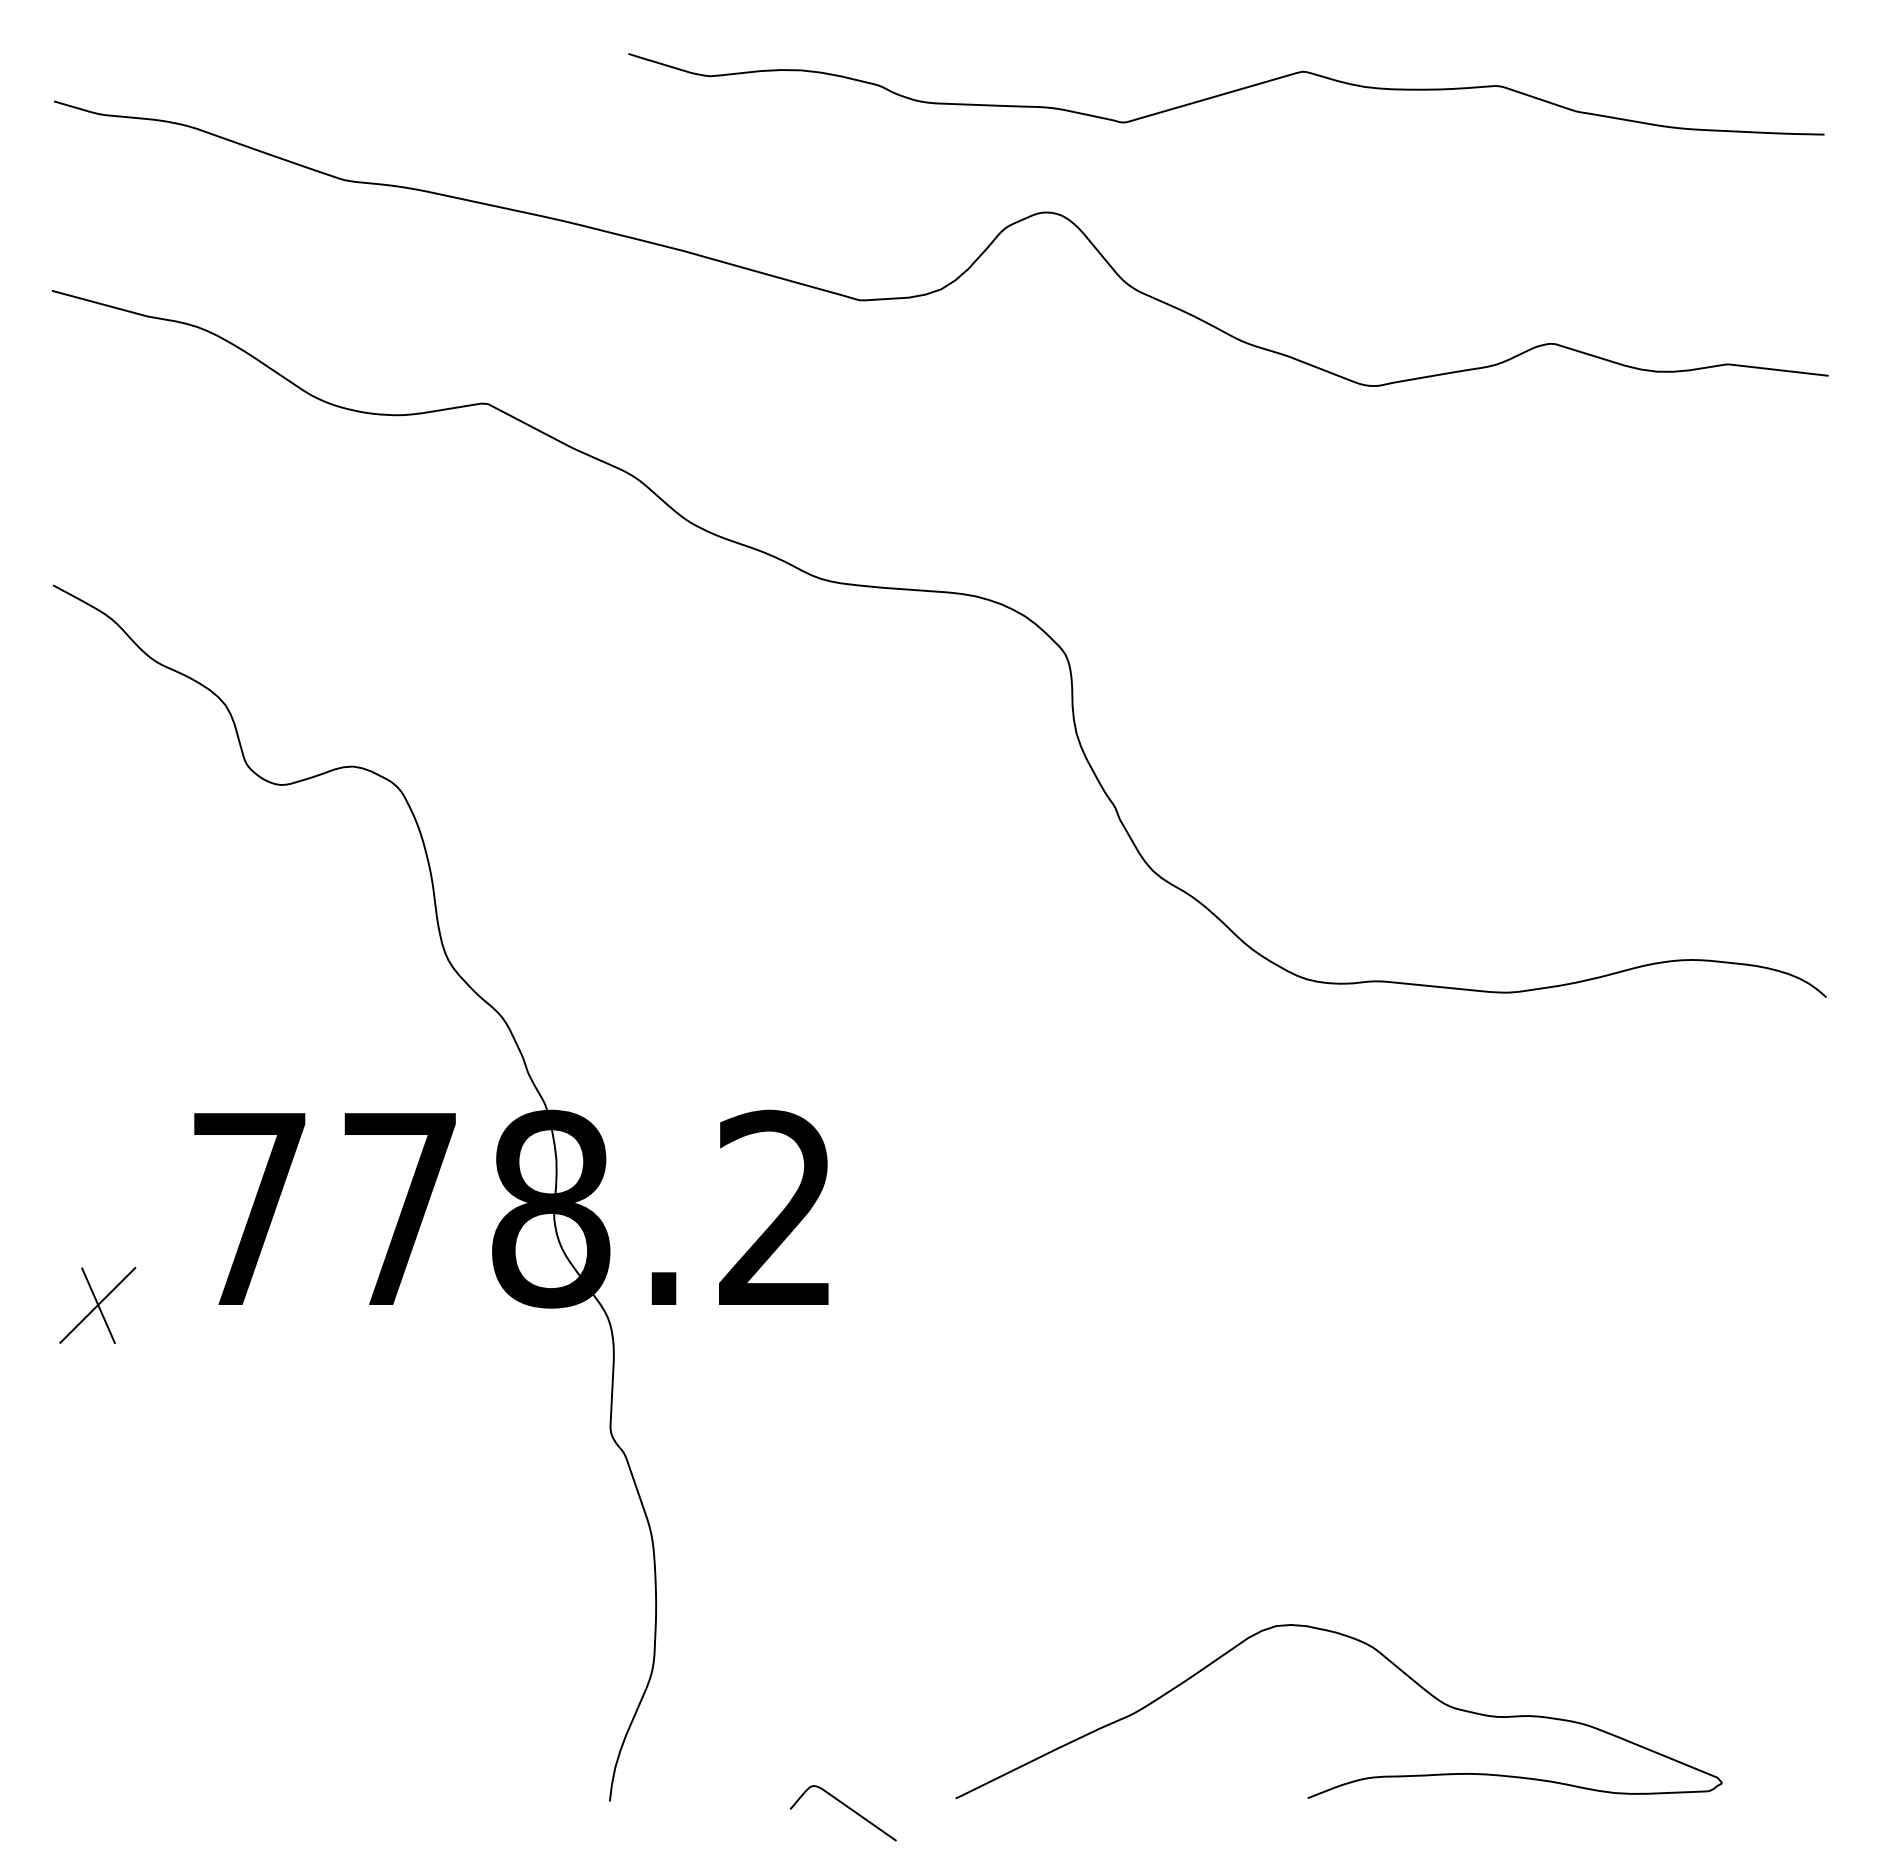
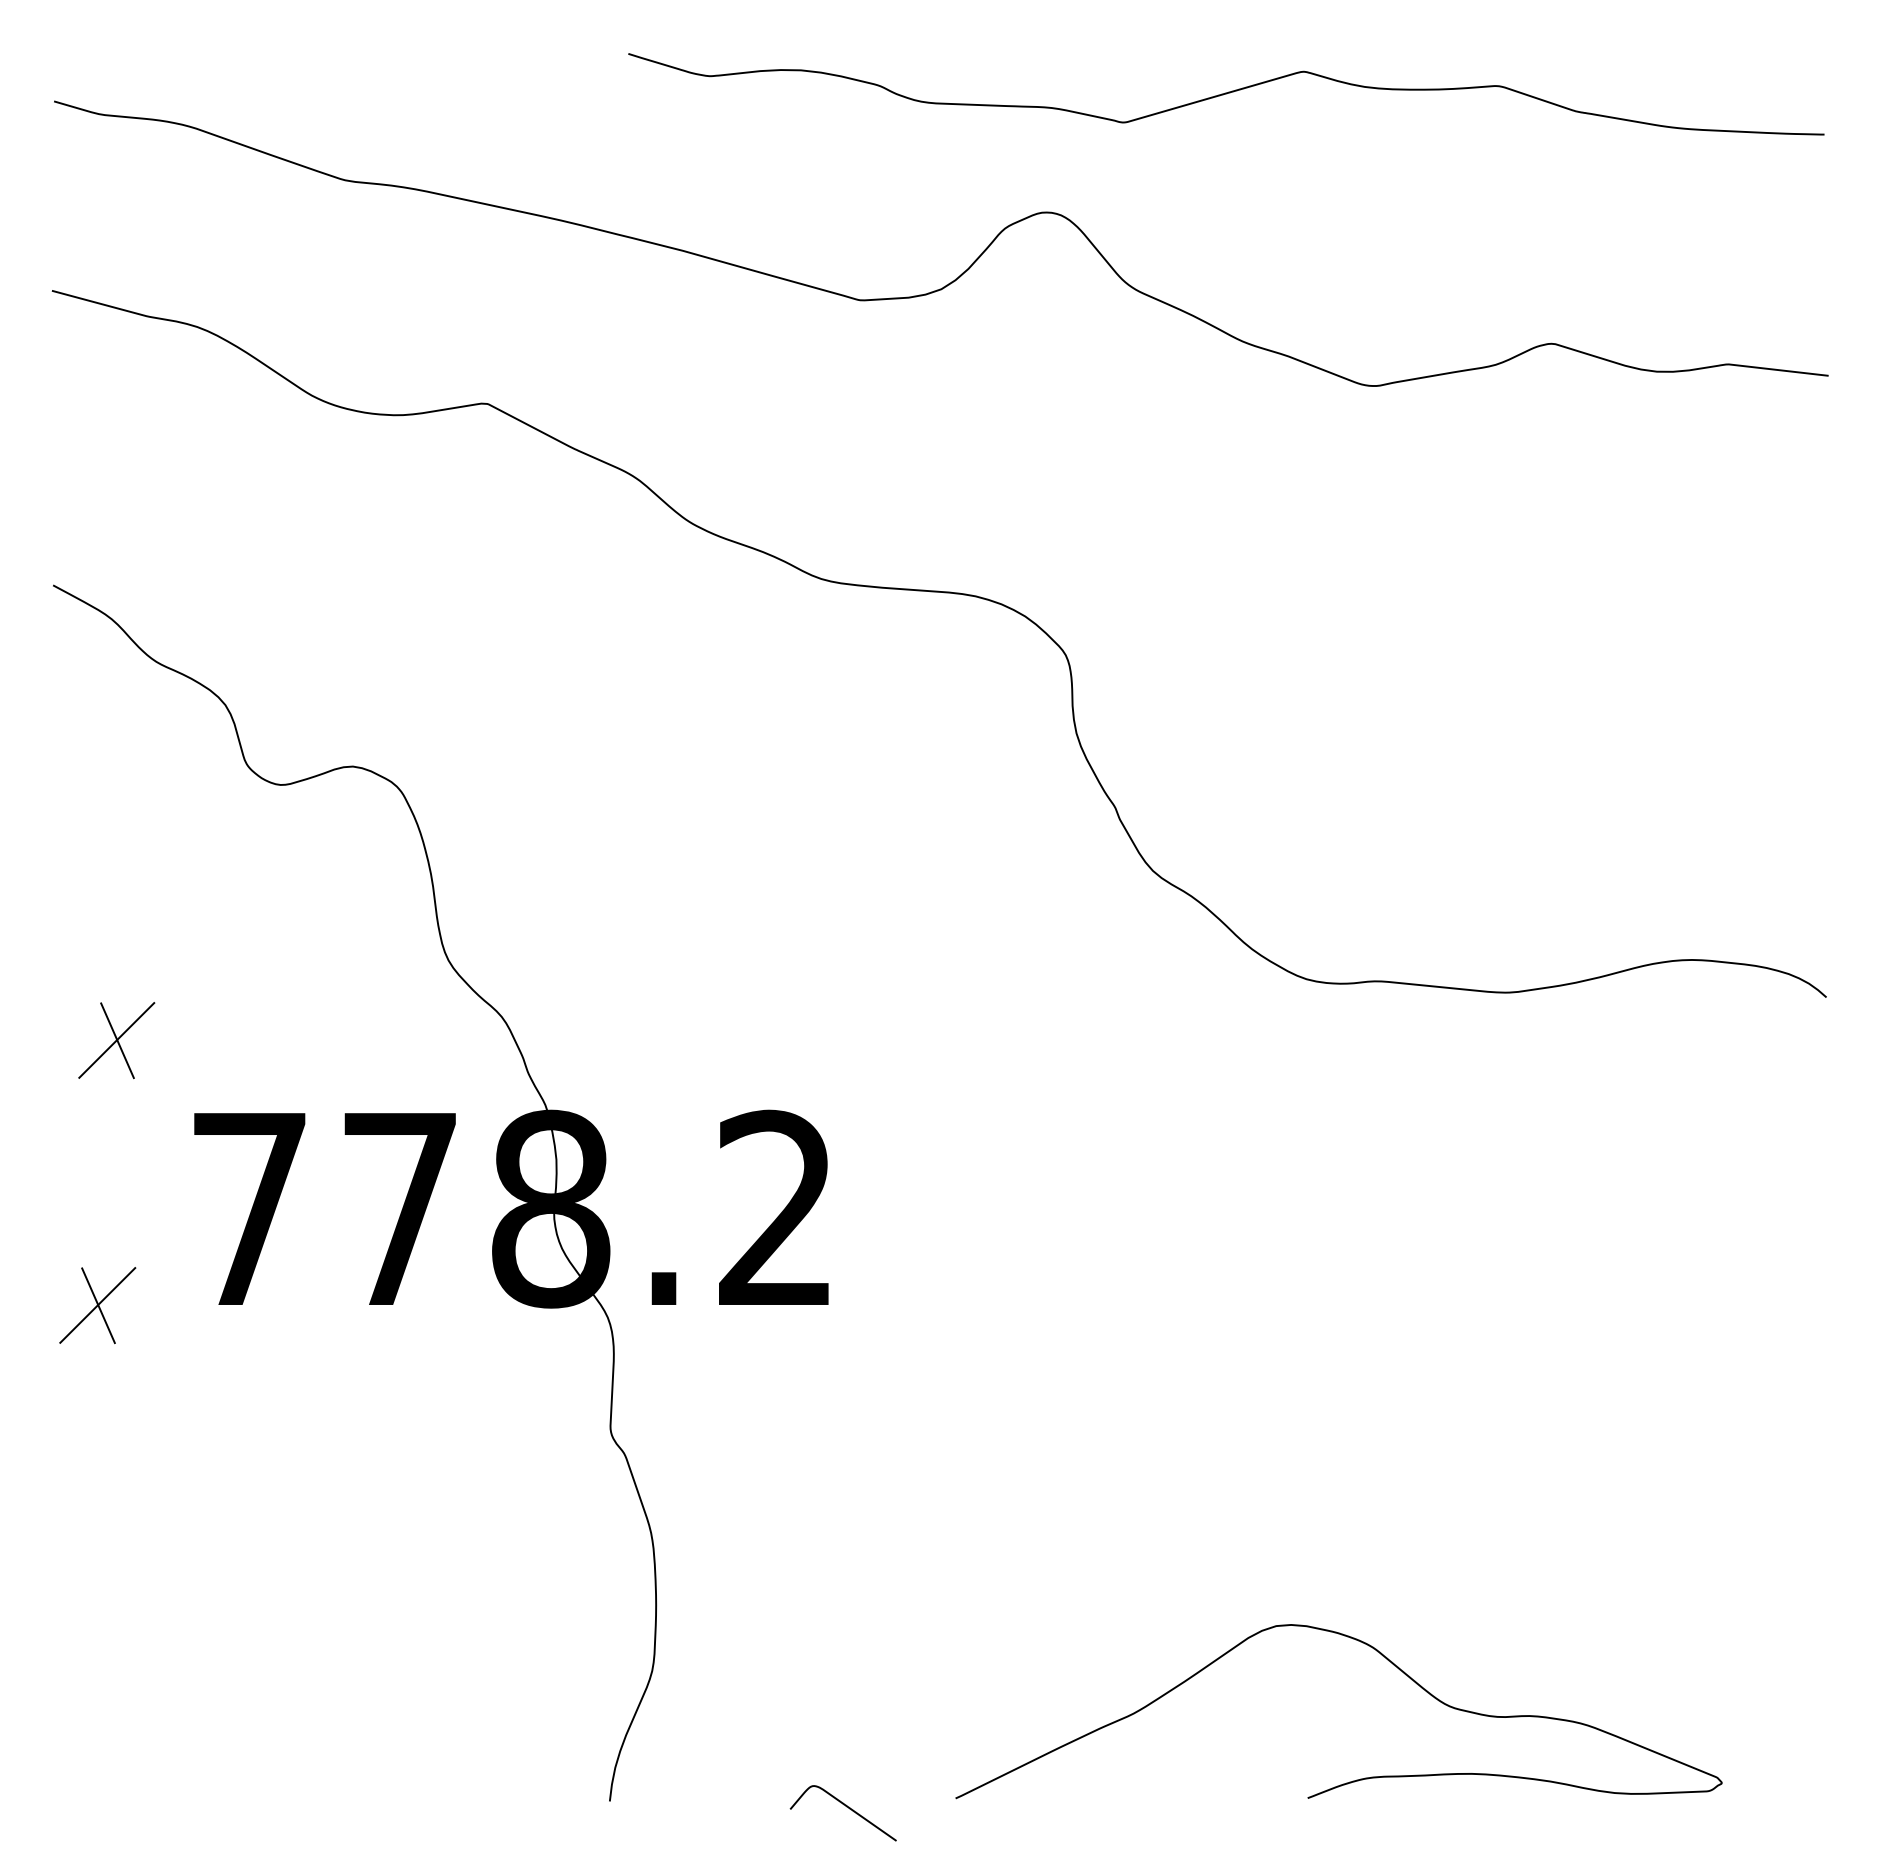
part at (116, 1040): none -> present
